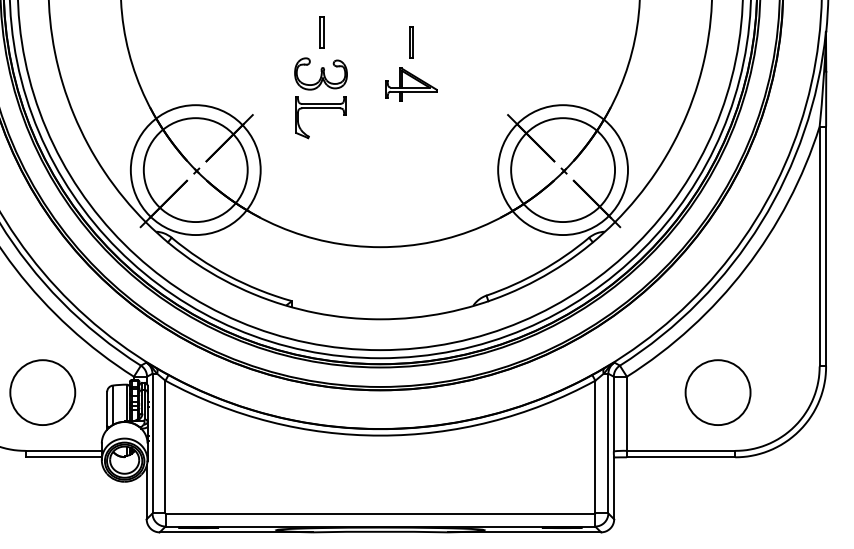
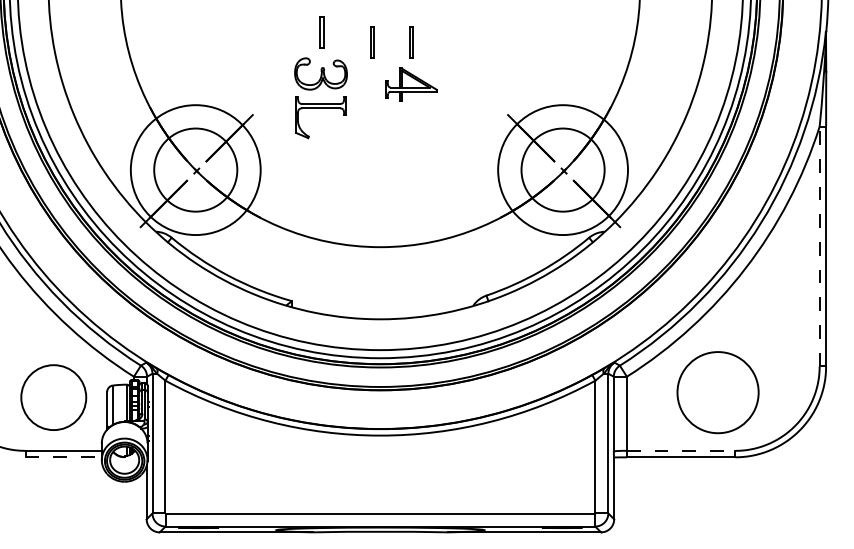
line at (371, 42): none -> present
circle at (195, 170) diameter: 104 px -> 83 px
circle at (563, 170) diameter: 104 px -> 83 px
line at (819, 246): solid -> dashed
circle at (42, 392) position: (42, 392) -> (53, 397)
circle at (717, 392) diameter: 65 px -> 81 px
line at (681, 450): solid -> dashed
line at (64, 457): solid -> dashed
